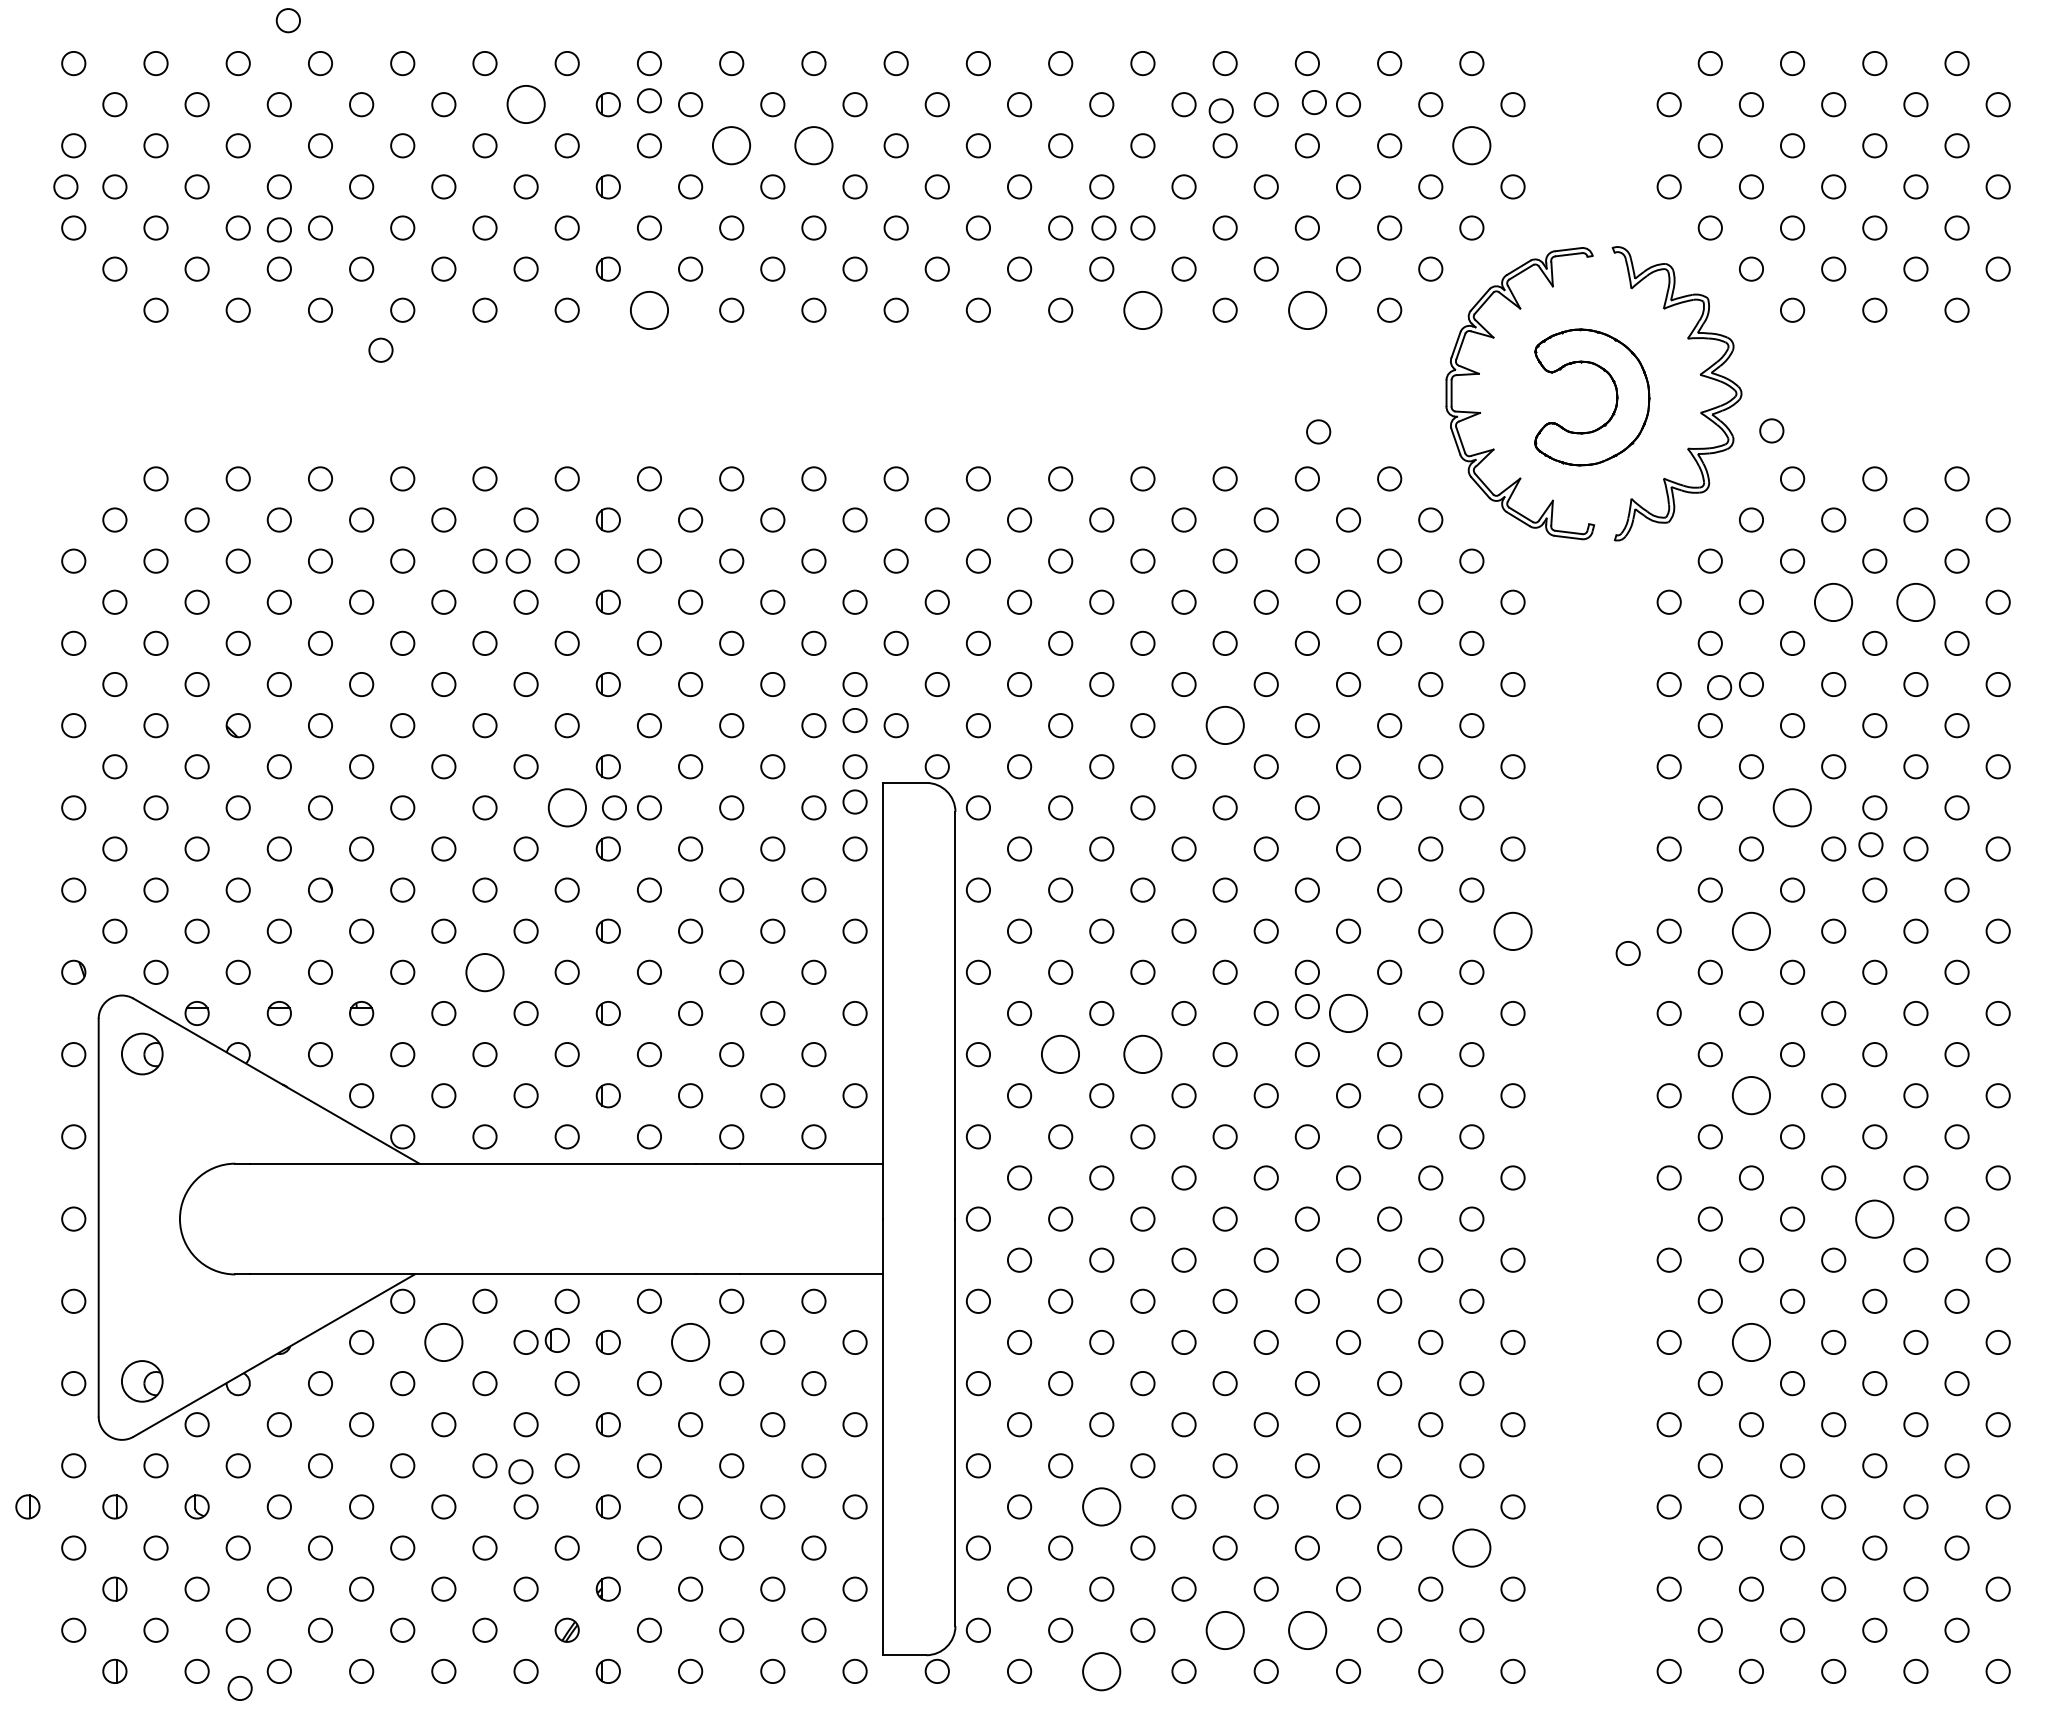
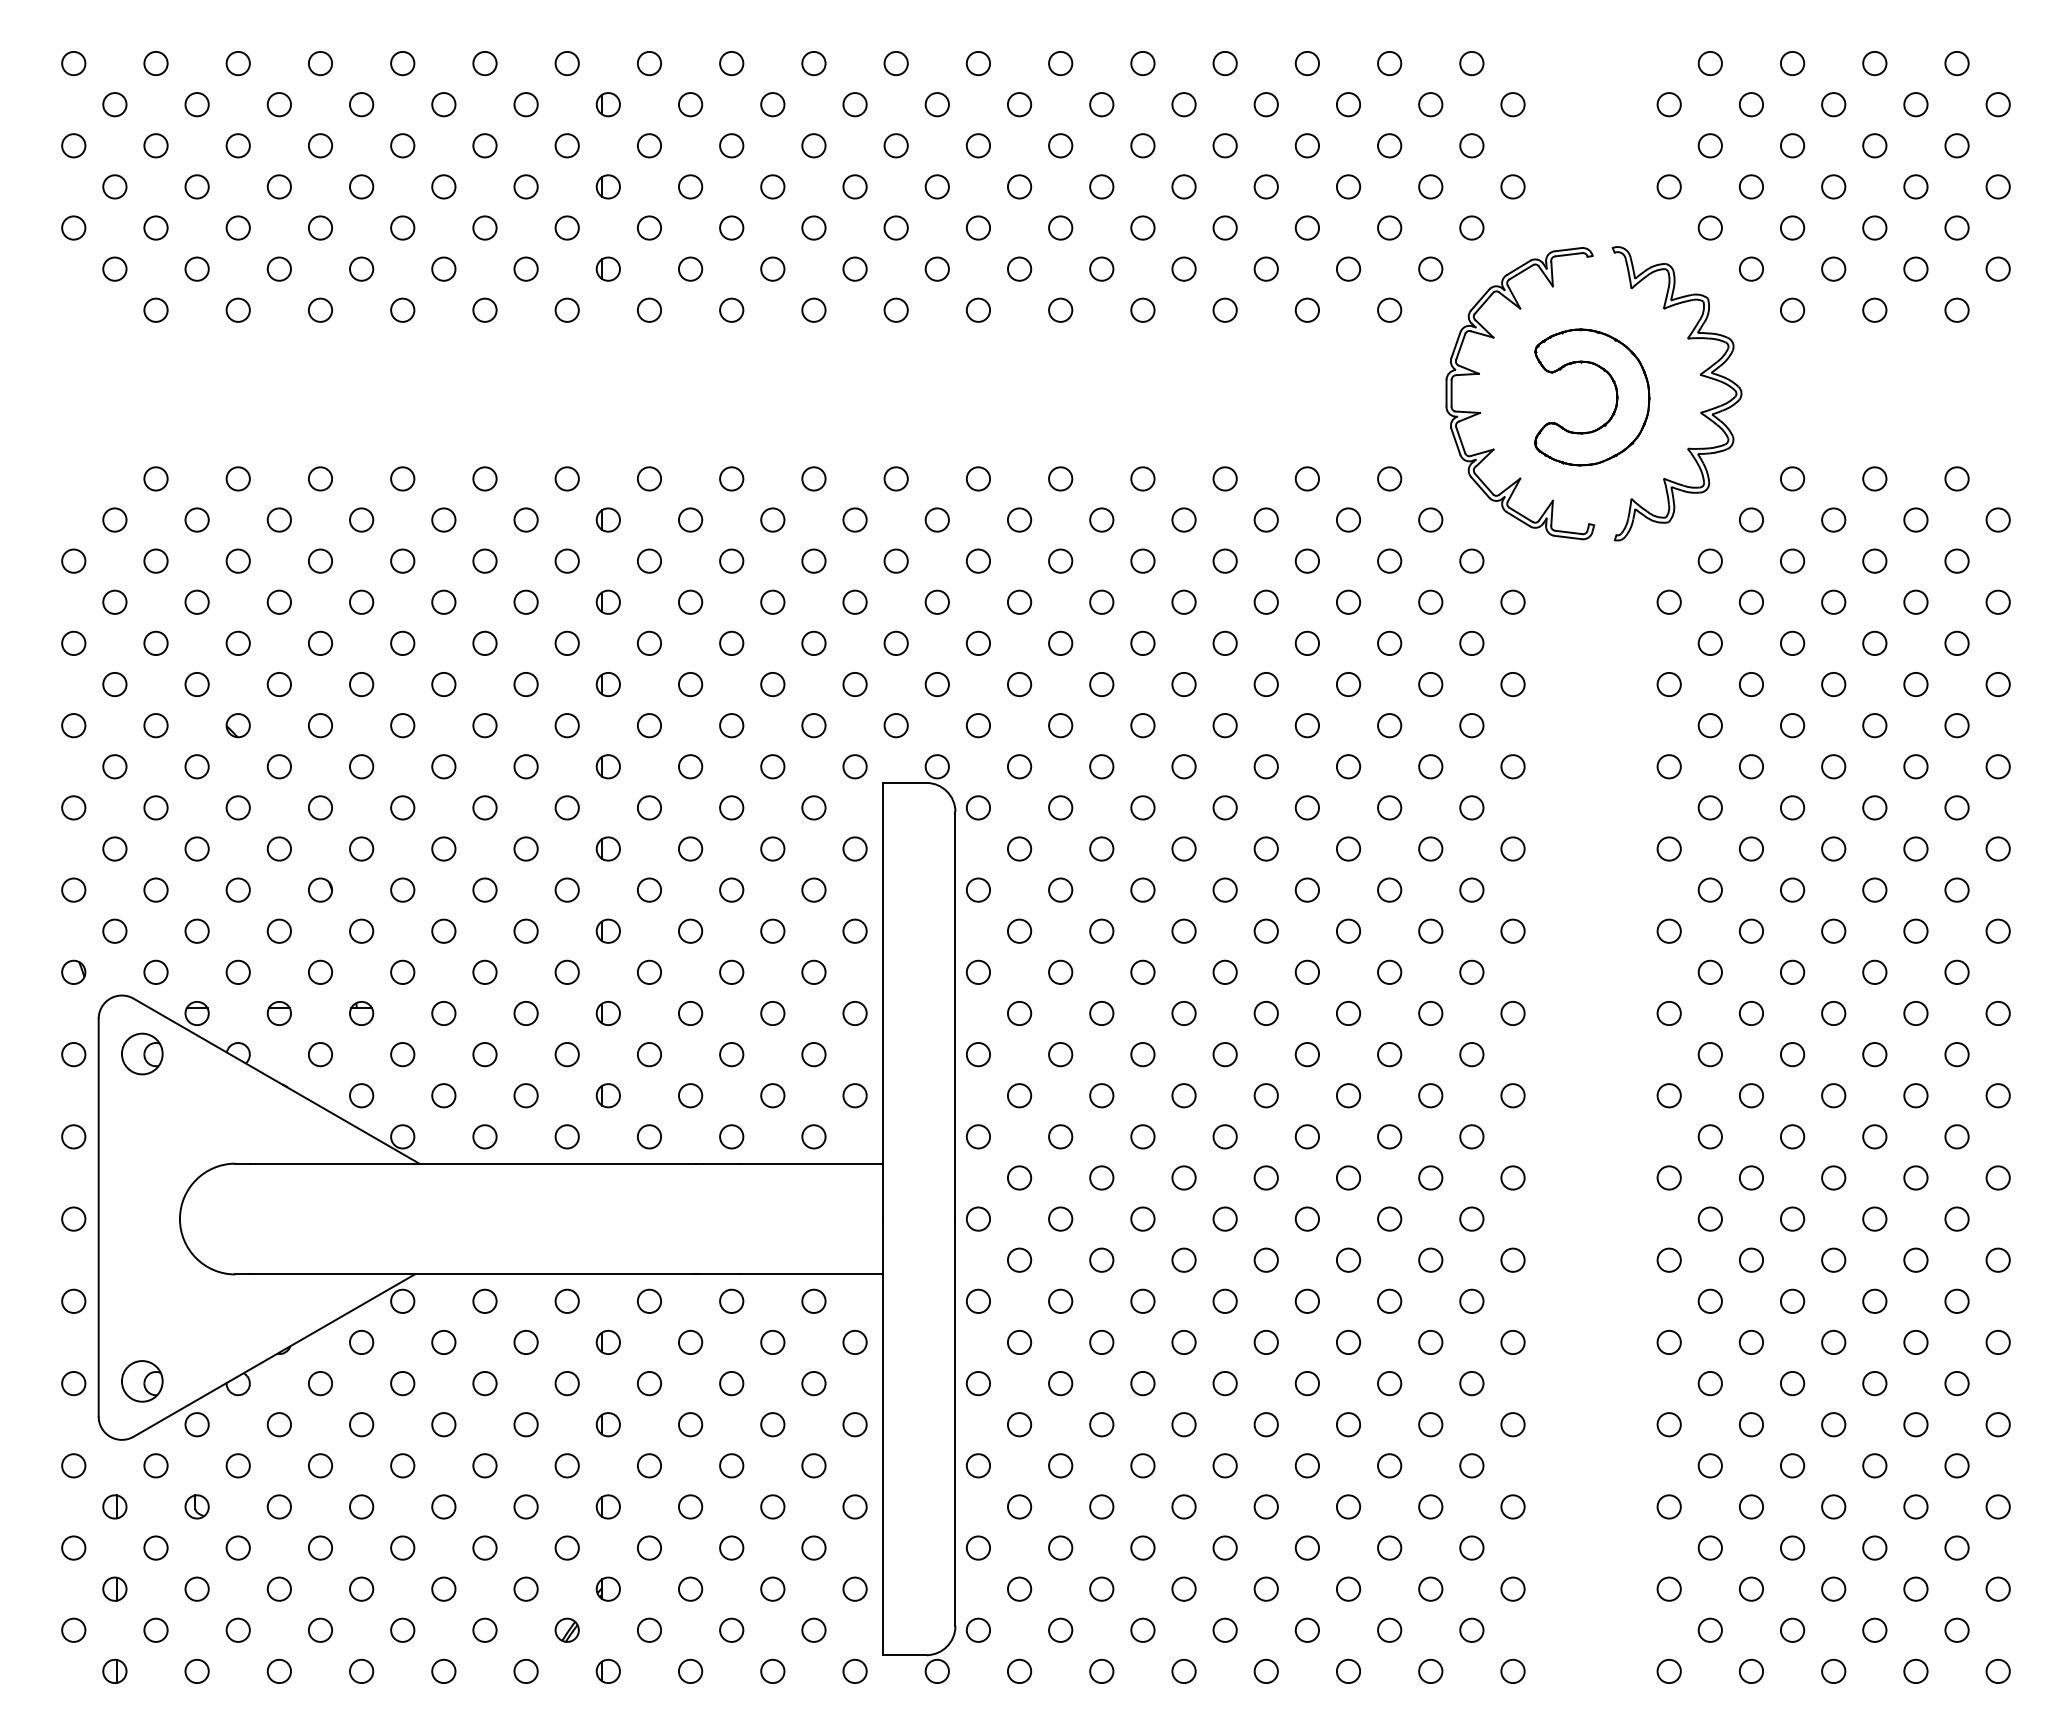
circle at (287, 20): present -> none
circle at (649, 100): present -> none
circle at (1313, 102): present -> none
circle at (525, 104) size: 40x39 px -> 26x26 px
circle at (1220, 110): present -> none
circle at (731, 145) size: 39x40 px -> 26x26 px
circle at (813, 145) size: 40x40 px -> 26x26 px
circle at (1471, 145) size: 40x40 px -> 26x26 px
circle at (65, 186): present -> none
circle at (1103, 227): present -> none
circle at (278, 229): present -> none
circle at (649, 310) size: 39x39 px -> 25x26 px
circle at (1142, 310) size: 40x39 px -> 26x26 px
circle at (1307, 310) size: 40x39 px -> 26x26 px
circle at (380, 349): present -> none
circle at (1771, 430): present -> none
circle at (1318, 431): present -> none
circle at (517, 560): present -> none
circle at (1833, 602) size: 39x39 px -> 26x26 px
circle at (1915, 602) size: 40x39 px -> 26x26 px
circle at (1719, 687): present -> none
circle at (854, 720): present -> none
circle at (1224, 725) size: 40x39 px -> 26x26 px
circle at (854, 801): present -> none
circle at (566, 807) size: 40x40 px -> 26x26 px
circle at (614, 807): present -> none
circle at (1791, 807) size: 40x40 px -> 26x26 px
circle at (1870, 844): present -> none
circle at (1512, 930) size: 40x40 px -> 26x26 px
circle at (1751, 930) size: 39x40 px -> 25x26 px
circle at (1627, 953): present -> none
circle at (484, 972) size: 40x40 px -> 26x26 px
circle at (1306, 1006): present -> none
circle at (1348, 1013) diameter: 37 px -> 23 px
circle at (1060, 1053) size: 39x40 px -> 26x26 px
circle at (1142, 1053) size: 40x40 px -> 26x26 px
circle at (1751, 1095) size: 39x40 px -> 25x26 px
circle at (1874, 1218) size: 40x40 px -> 26x26 px
part at (556, 1340): present -> none
circle at (443, 1342) diameter: 37 px -> 23 px
circle at (690, 1342) diameter: 37 px -> 23 px
circle at (1751, 1342) diameter: 37 px -> 23 px
circle at (520, 1471): present -> none
part at (27, 1506): present -> none
circle at (1101, 1506) size: 40x40 px -> 26x26 px
circle at (1471, 1547) size: 40x40 px -> 26x26 px
circle at (1224, 1630) size: 40x39 px -> 26x26 px
circle at (1307, 1630) size: 40x39 px -> 26x26 px
circle at (1101, 1671) size: 40x40 px -> 26x26 px
circle at (239, 1687): present -> none
